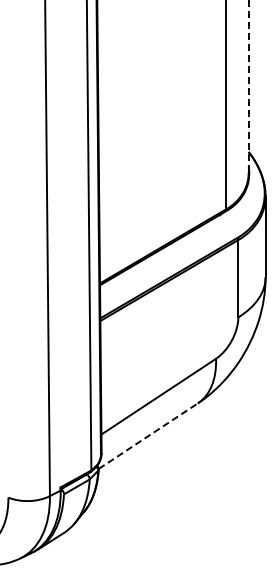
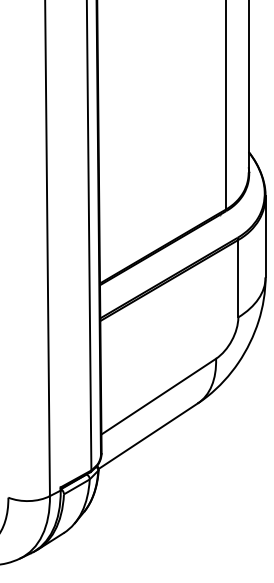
line at (248, 86): dashed -> solid
line at (148, 435): dashed -> solid
